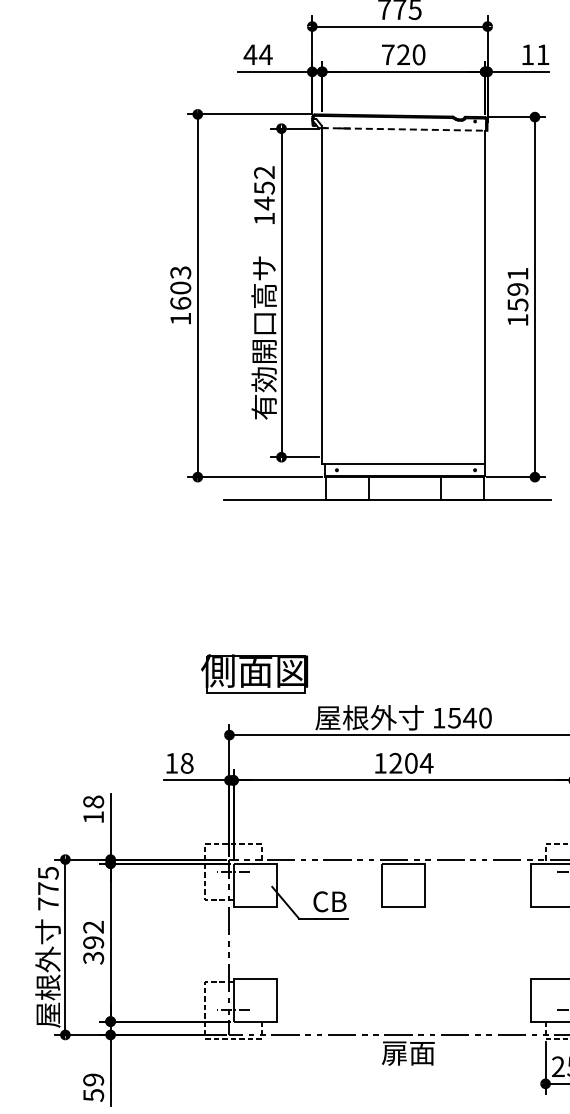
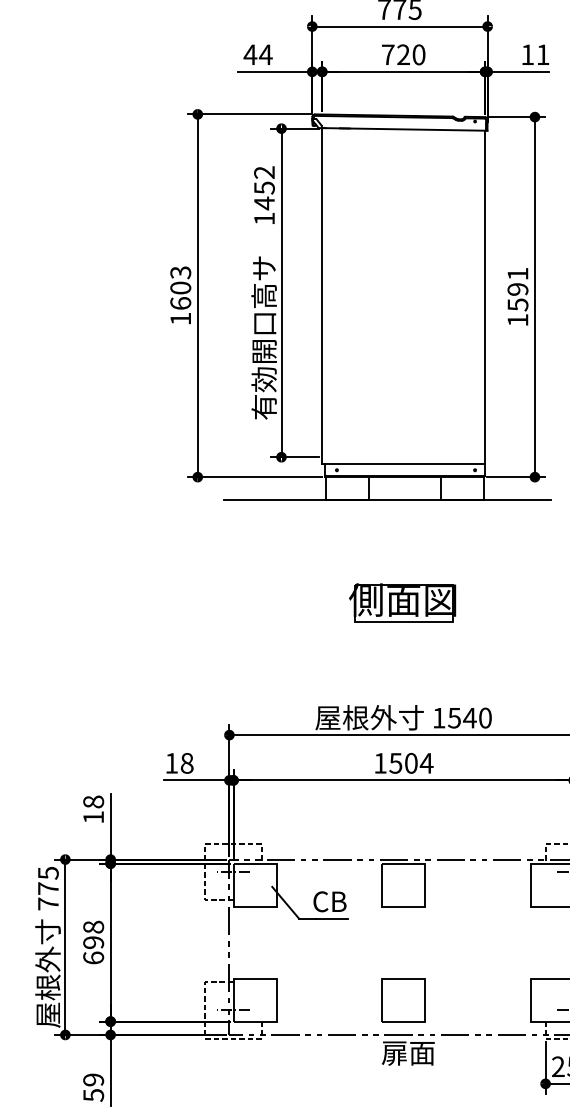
line at (404, 129): dashed -> solid
part at (254, 673) position: (254, 673) -> (402, 602)
text at (395, 762): 1204 -> 1504
text at (93, 942): 392 -> 698
part at (403, 1000): none -> present
